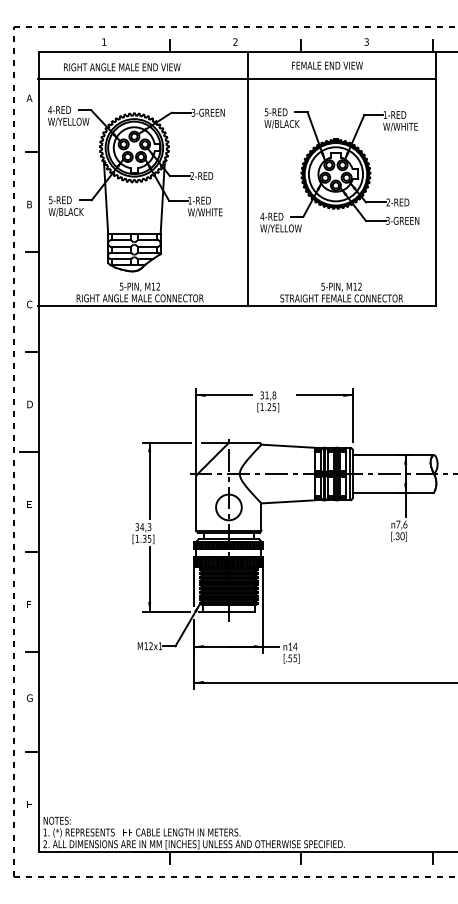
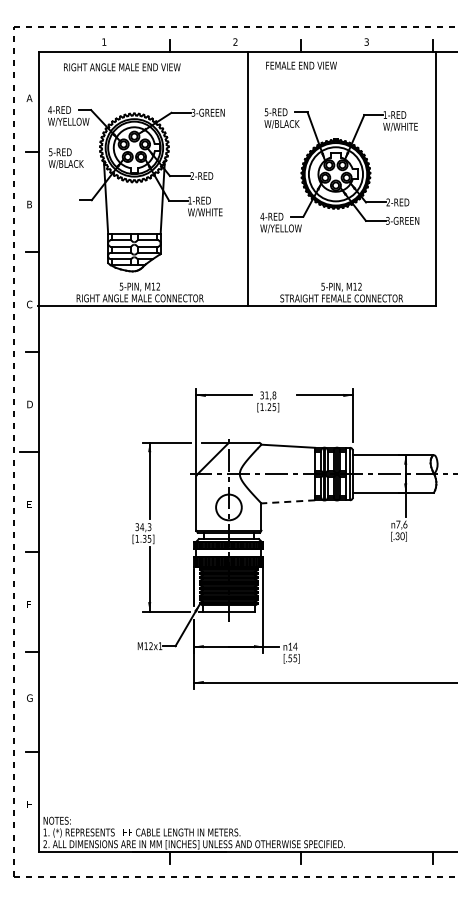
text at (327, 65) position: (327, 65) -> (301, 65)
line at (236, 79): present -> none
text at (65, 206) position: (65, 206) -> (65, 158)
line at (288, 501): solid -> dashed
